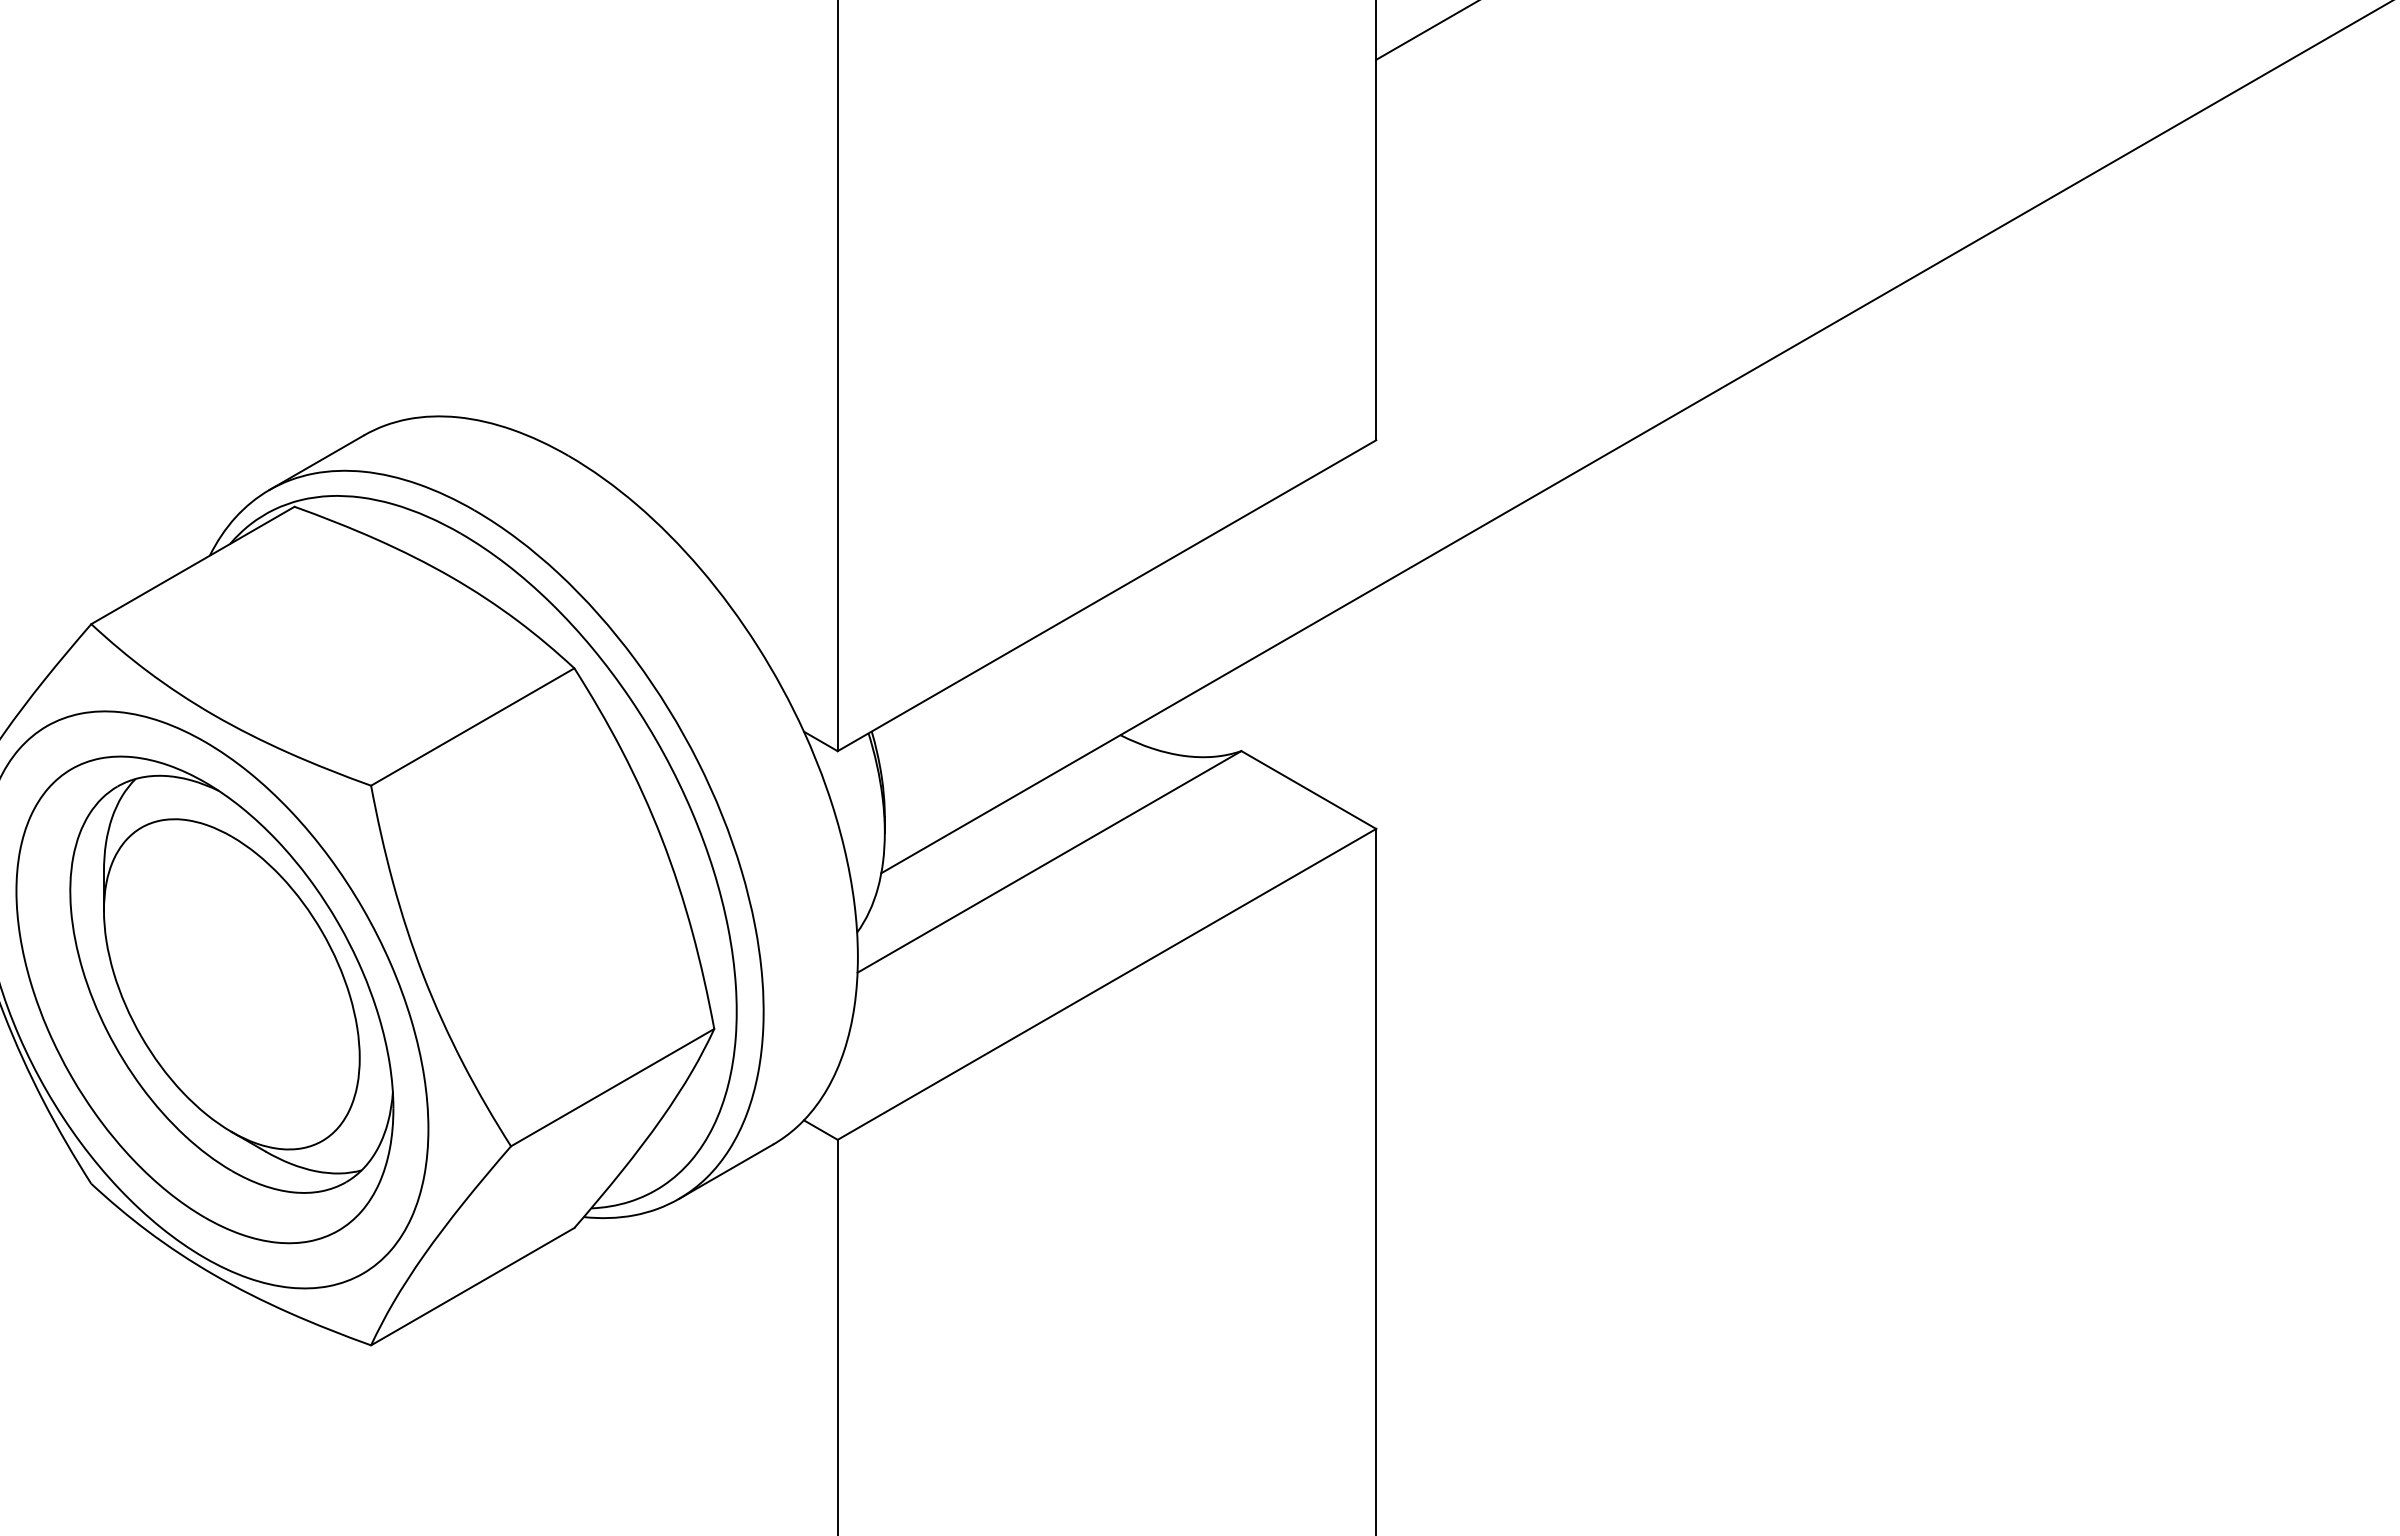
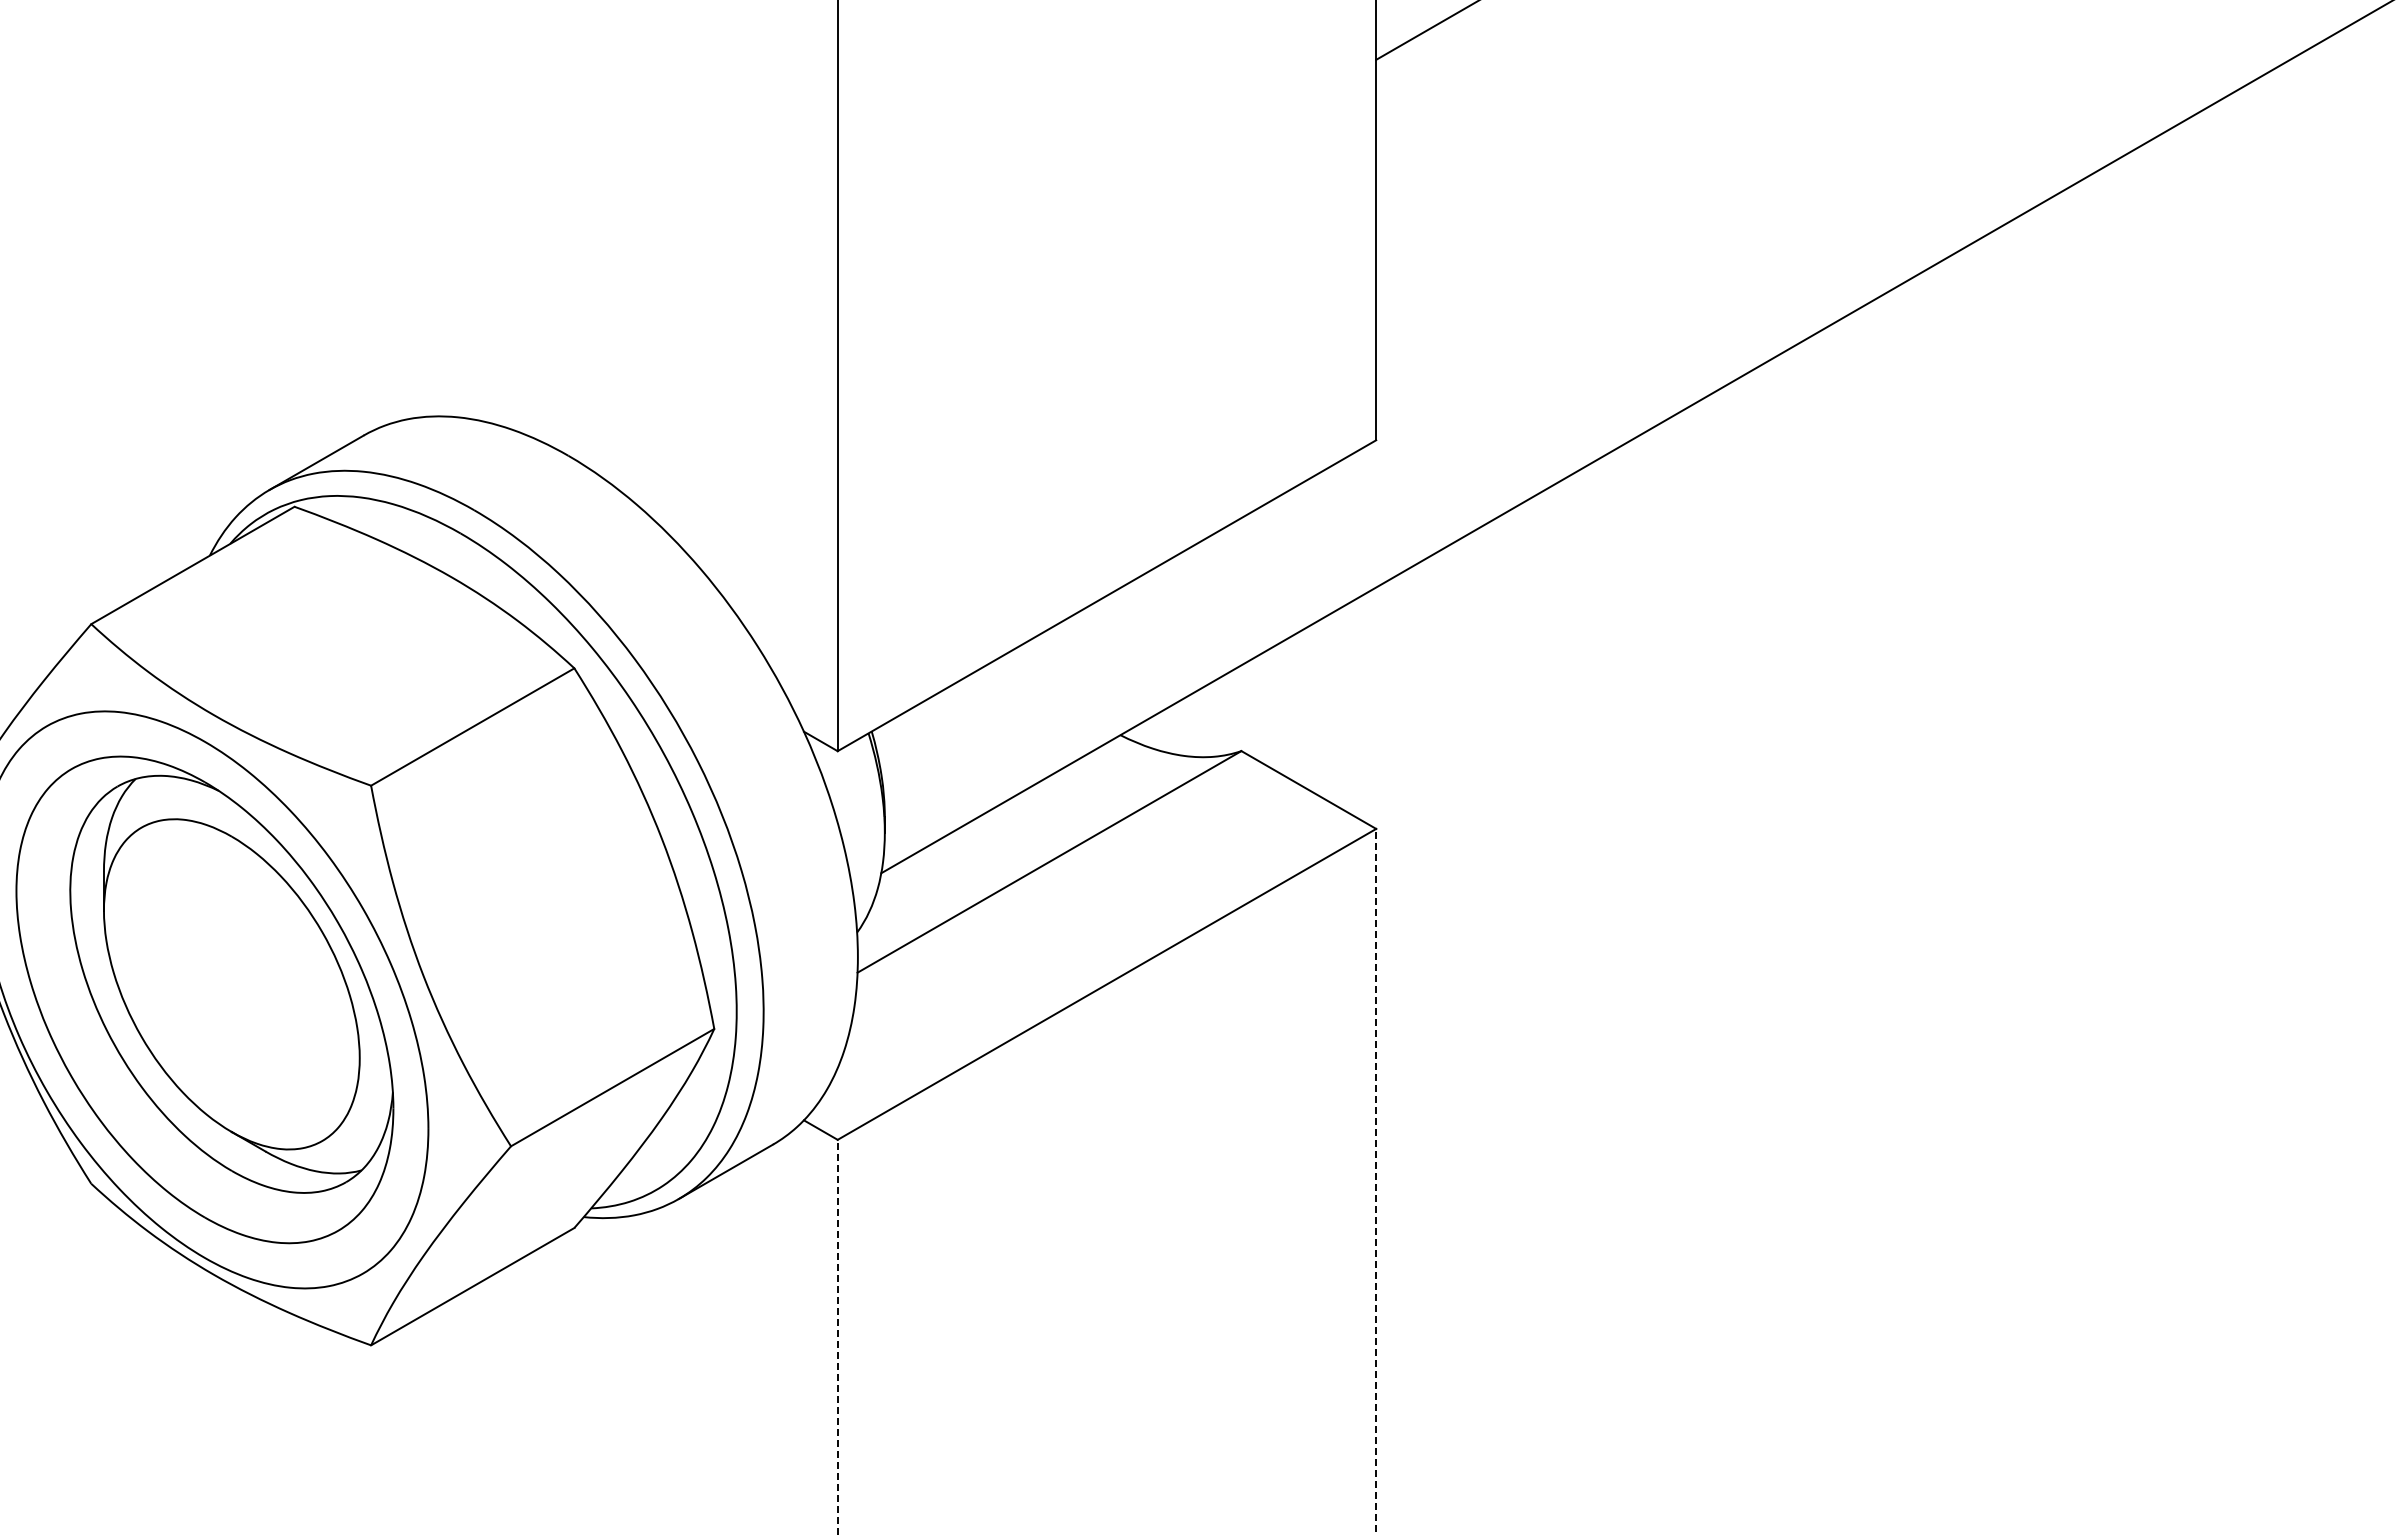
line at (1376, 1181): solid -> dashed
line at (837, 1337): solid -> dashed
